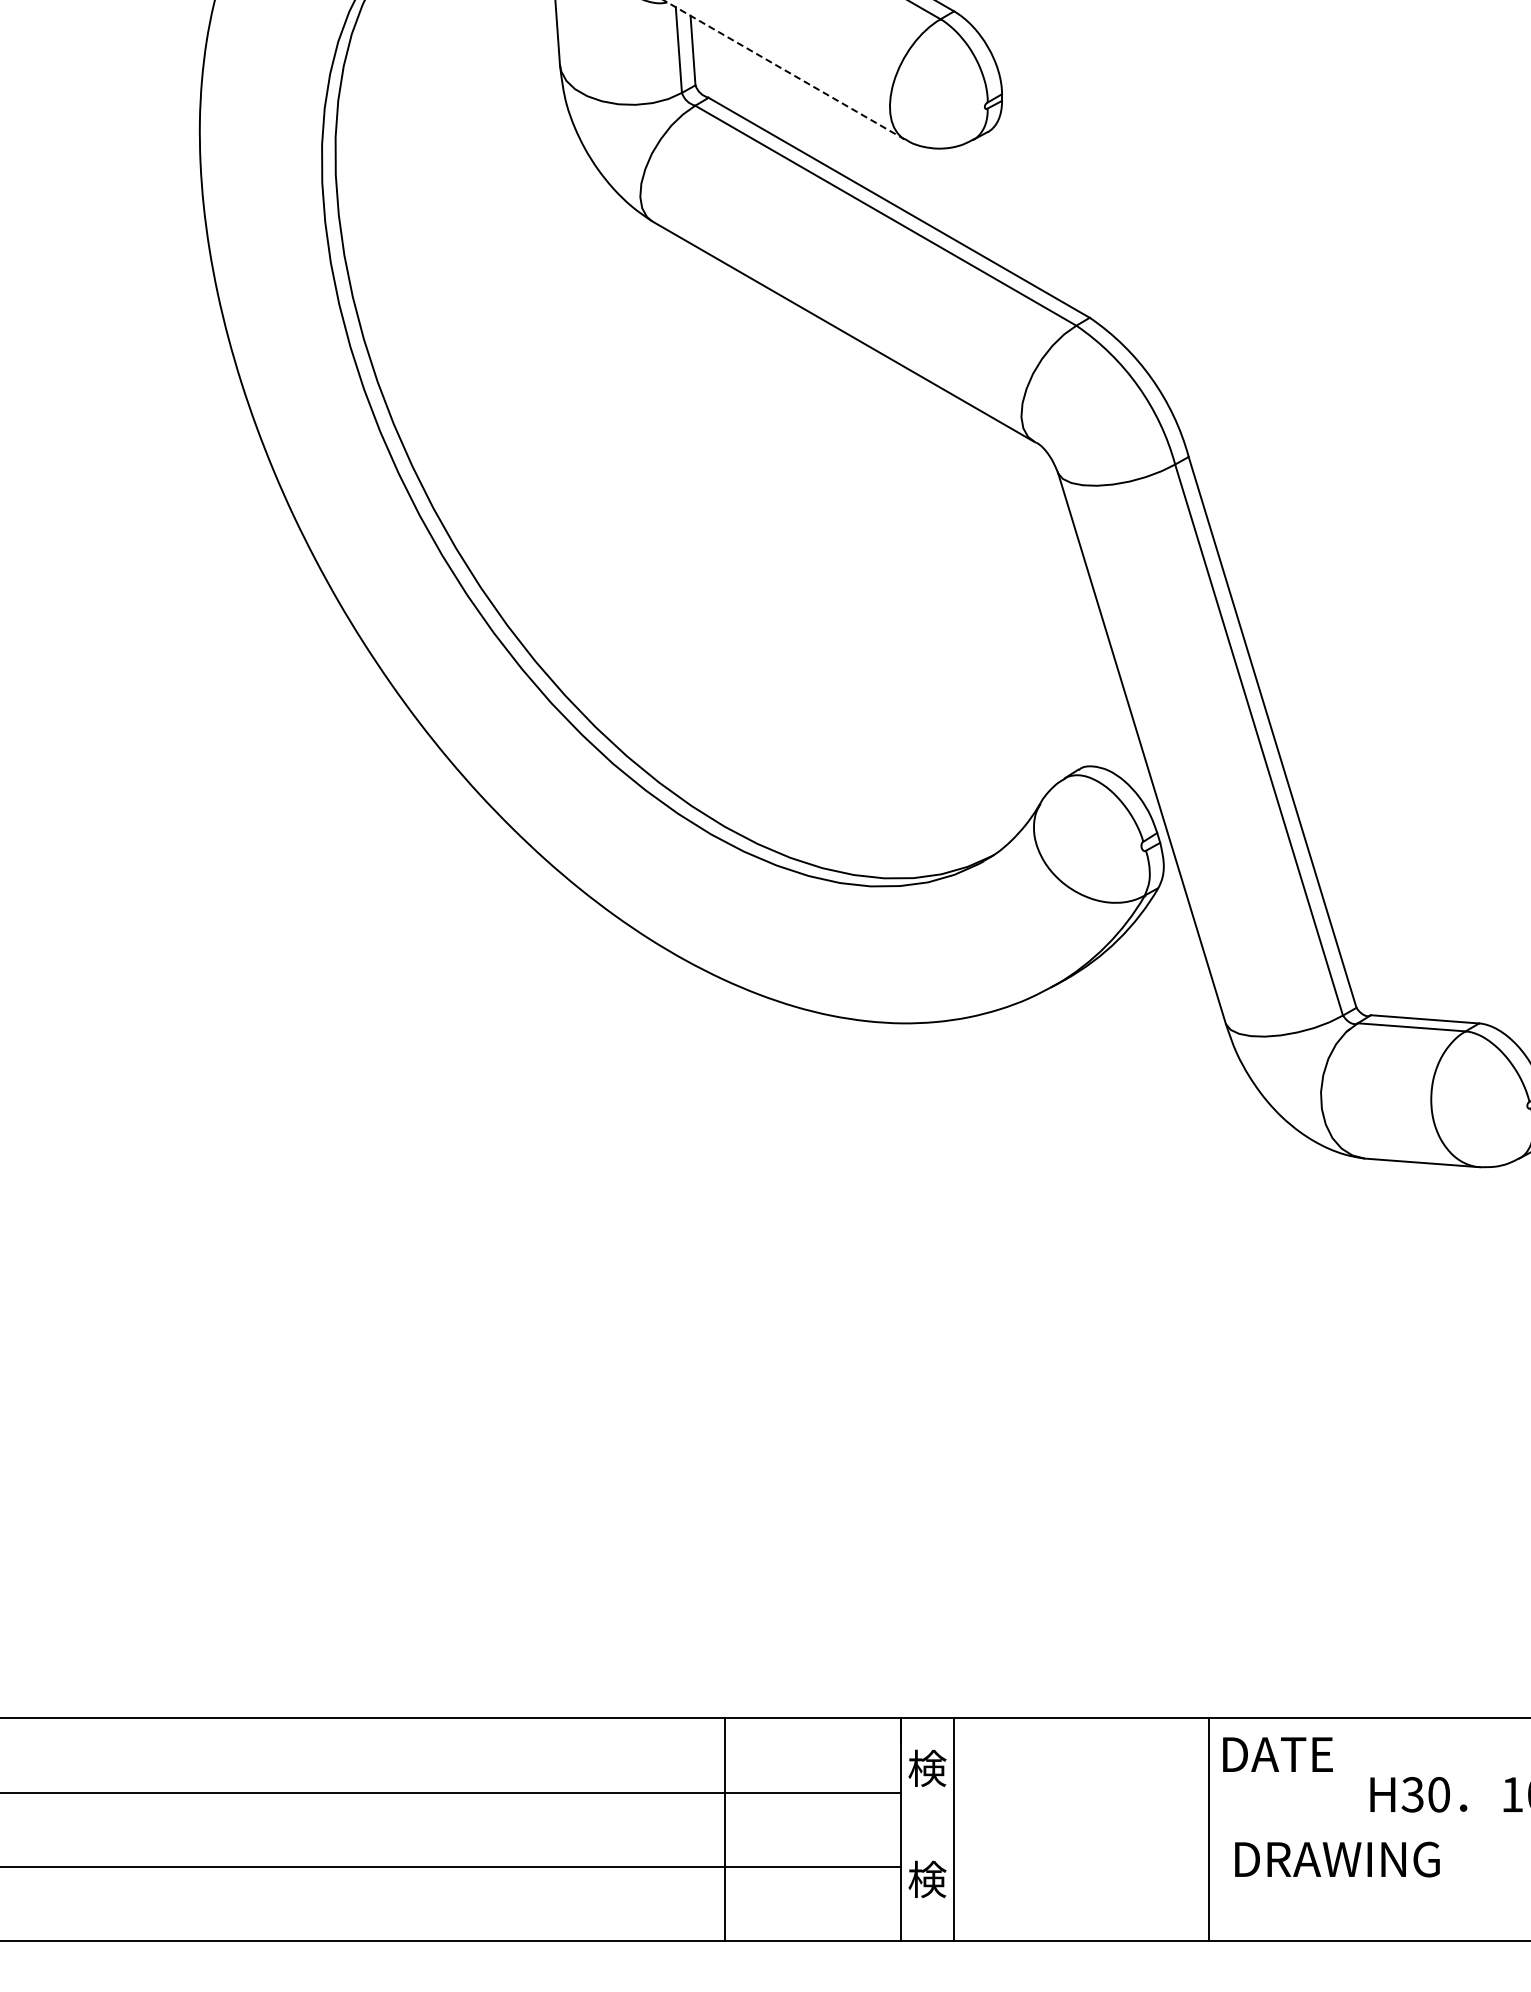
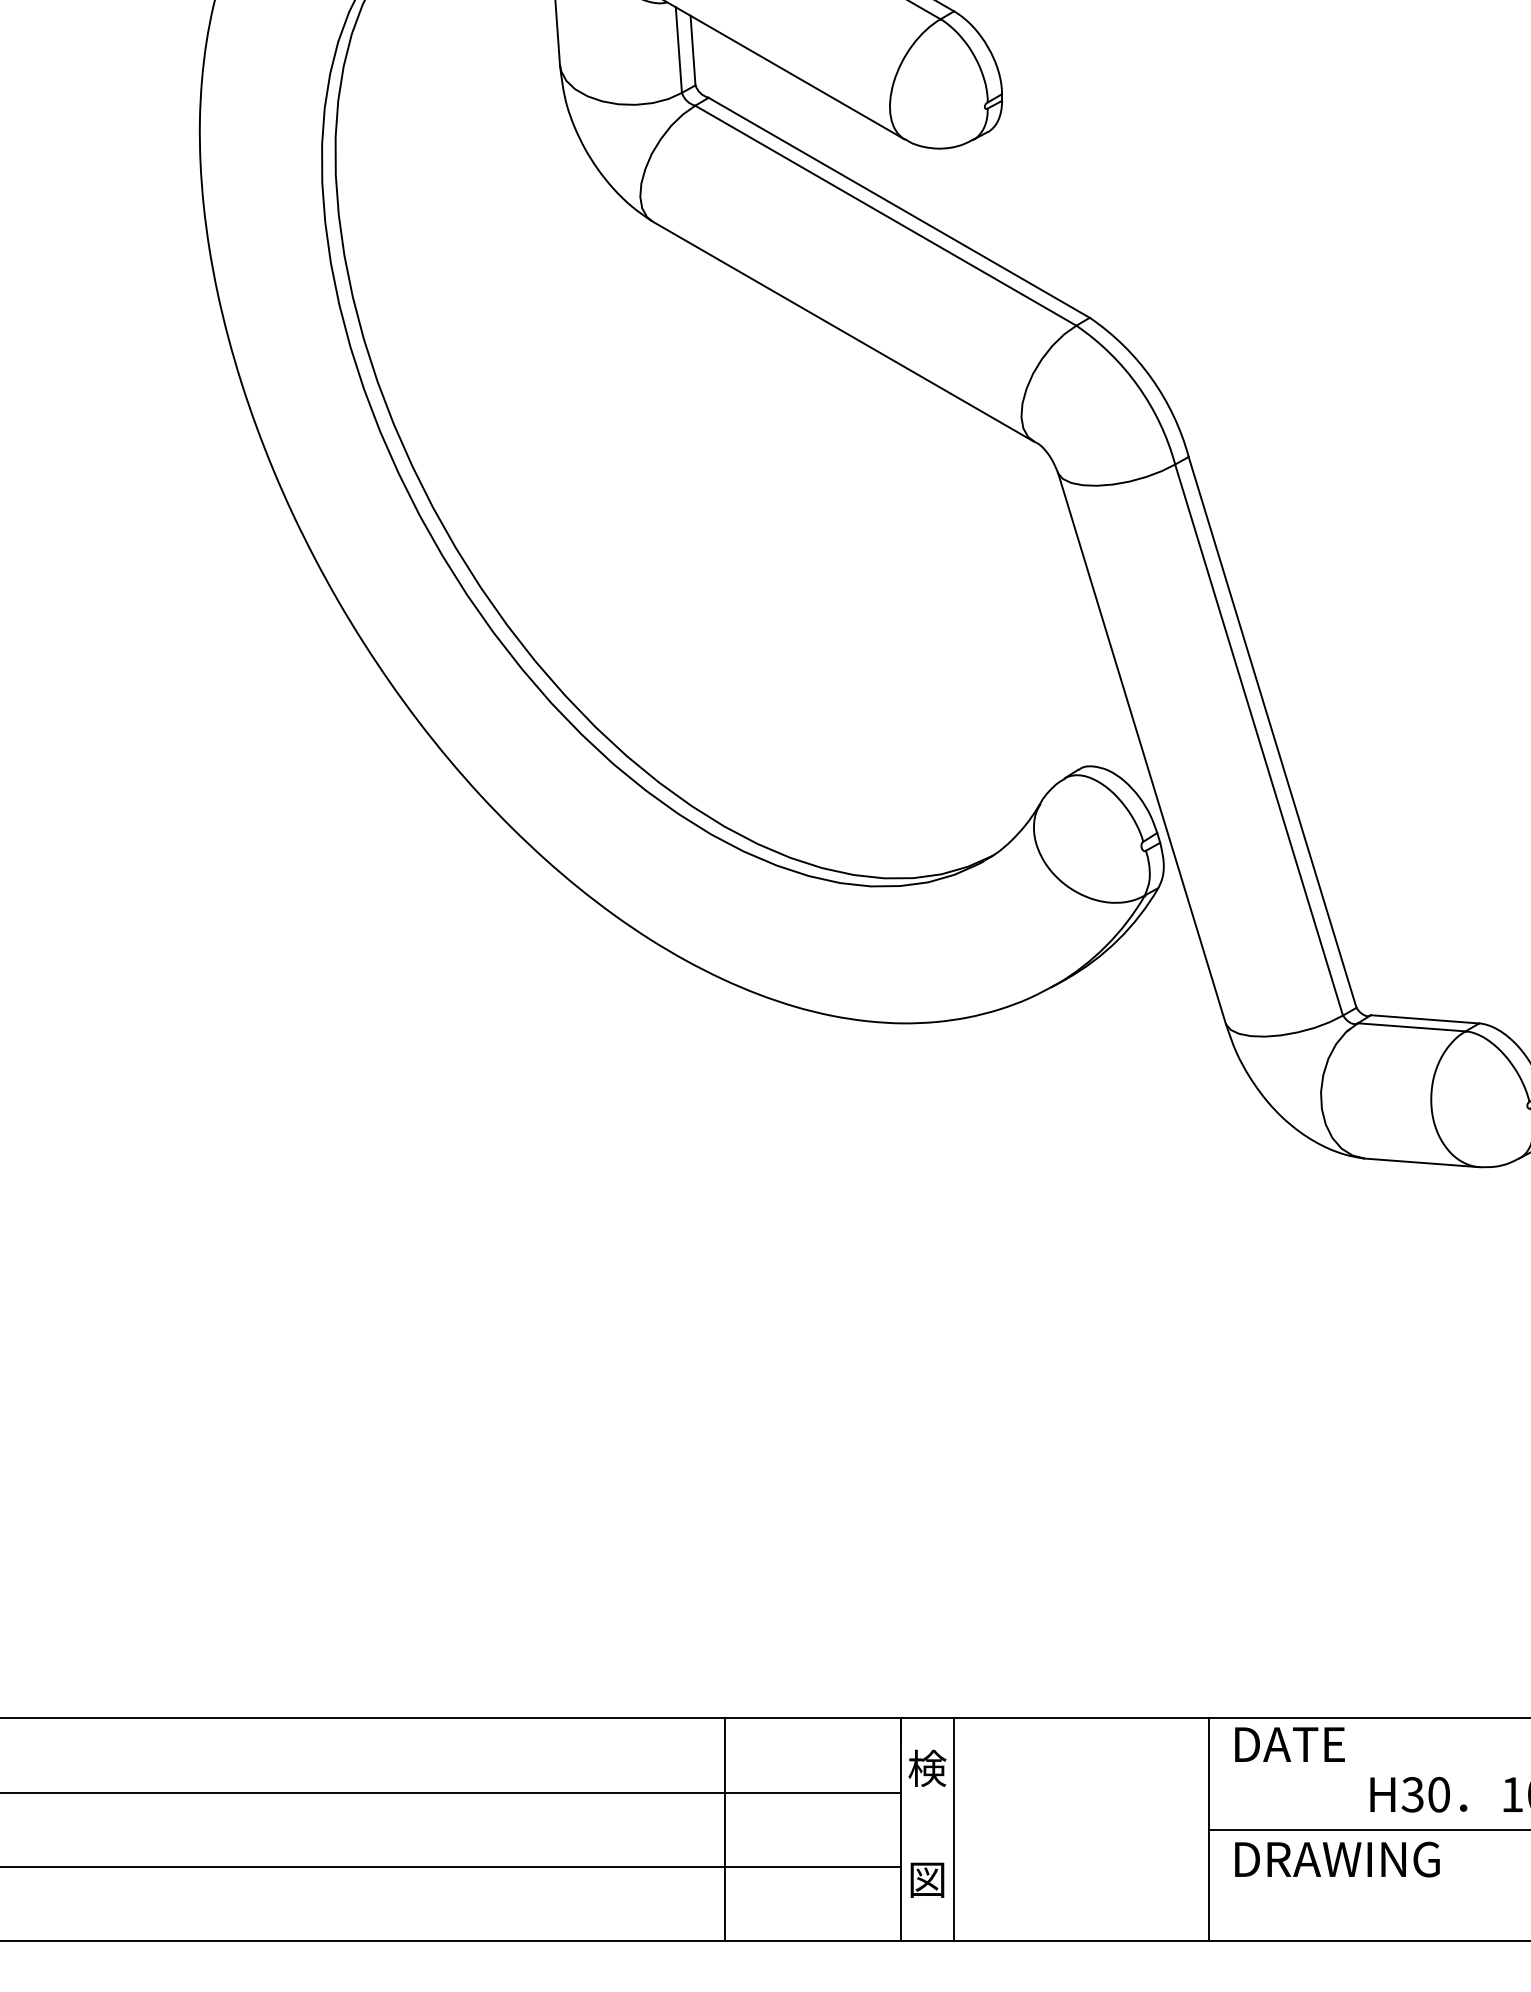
line at (784, 70): dashed -> solid
text at (1277, 1754) position: (1277, 1754) -> (1289, 1744)
line at (1367, 1829): none -> present
text at (927, 1879): 検 -> 図
